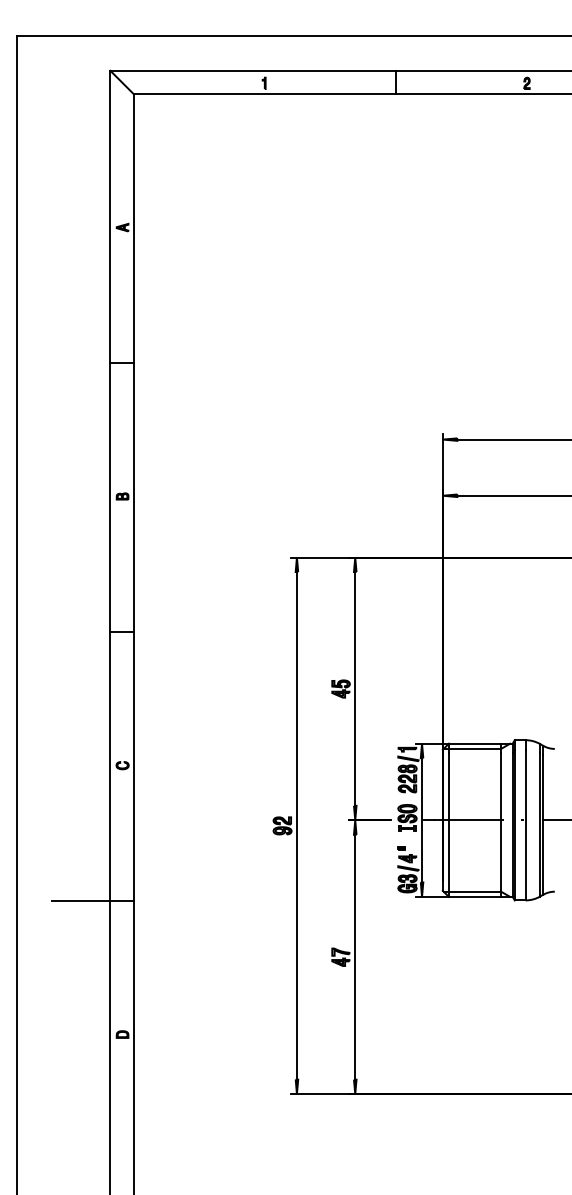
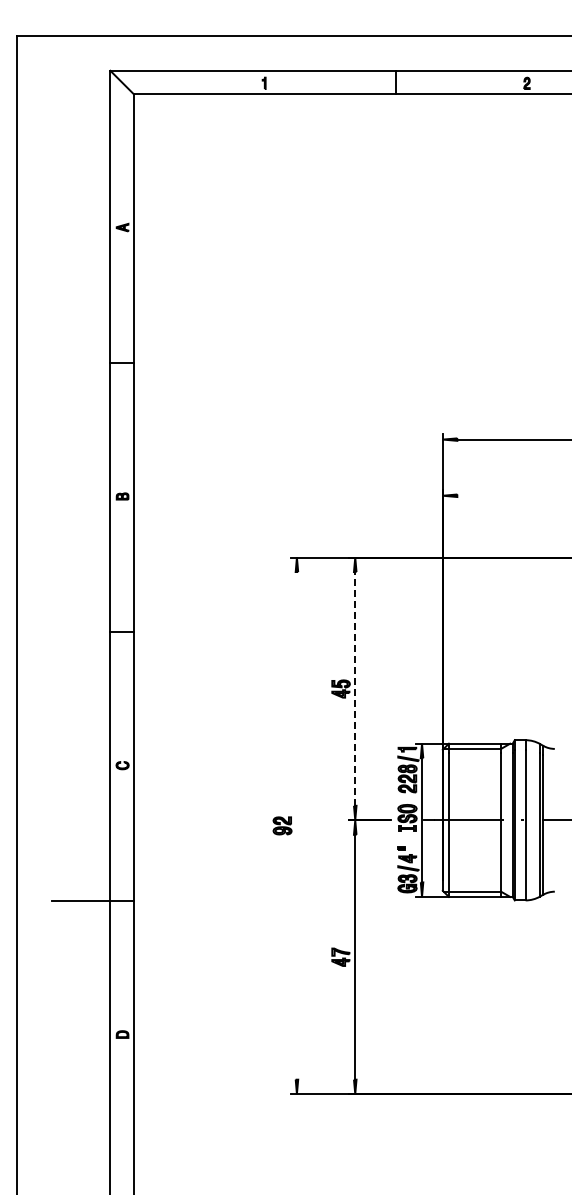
line at (512, 495): present -> none
line at (355, 688): solid -> dashed
line at (296, 825): present -> none
